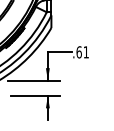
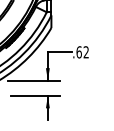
text at (85, 52): .61 -> .62
